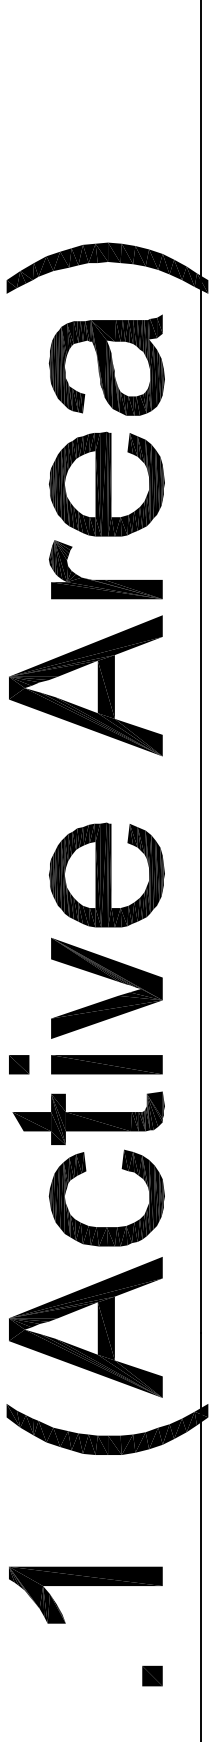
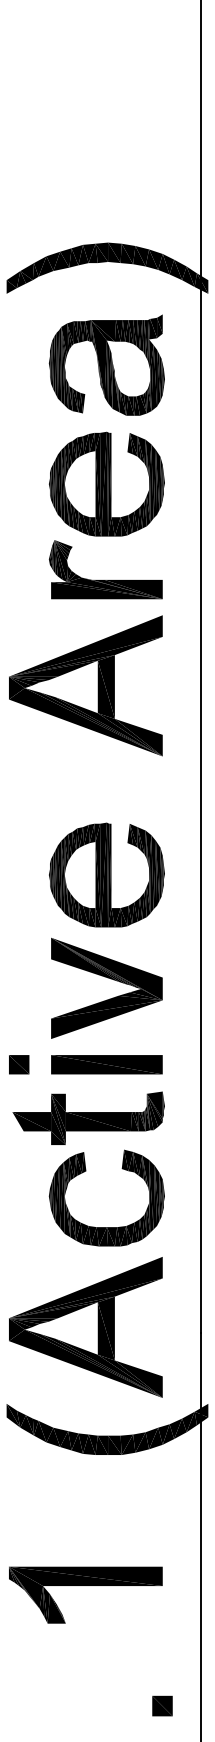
part at (152, 1675) position: (152, 1675) -> (162, 1705)
